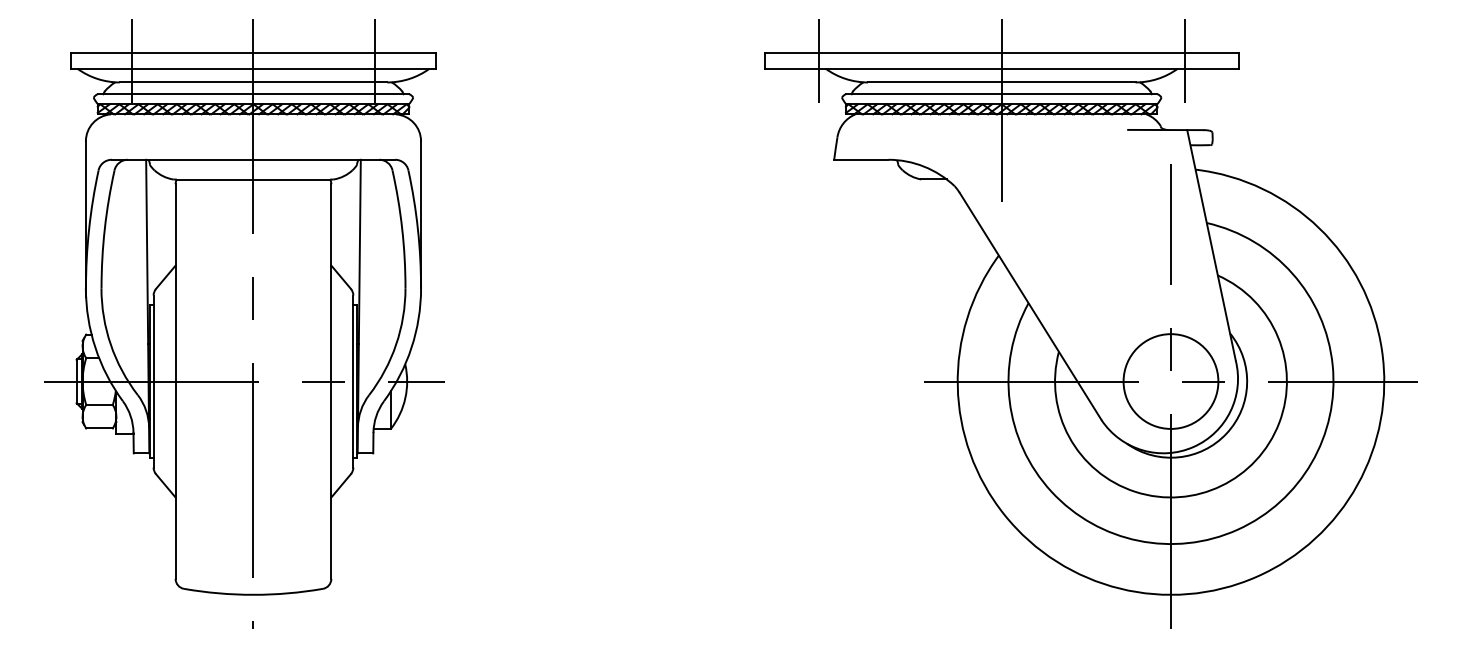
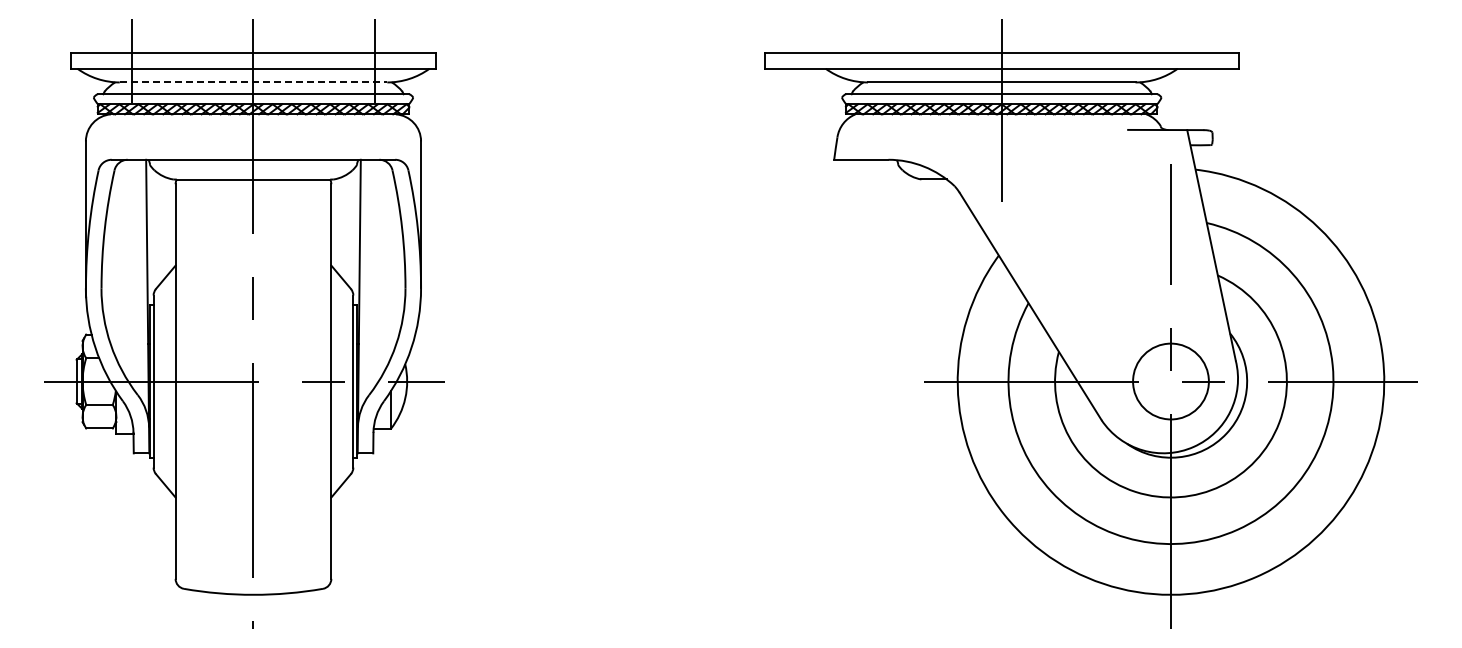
line at (818, 60): present -> none
line at (1184, 60): present -> none
line at (253, 82): solid -> dashed
circle at (1170, 381) diameter: 95 px -> 76 px
